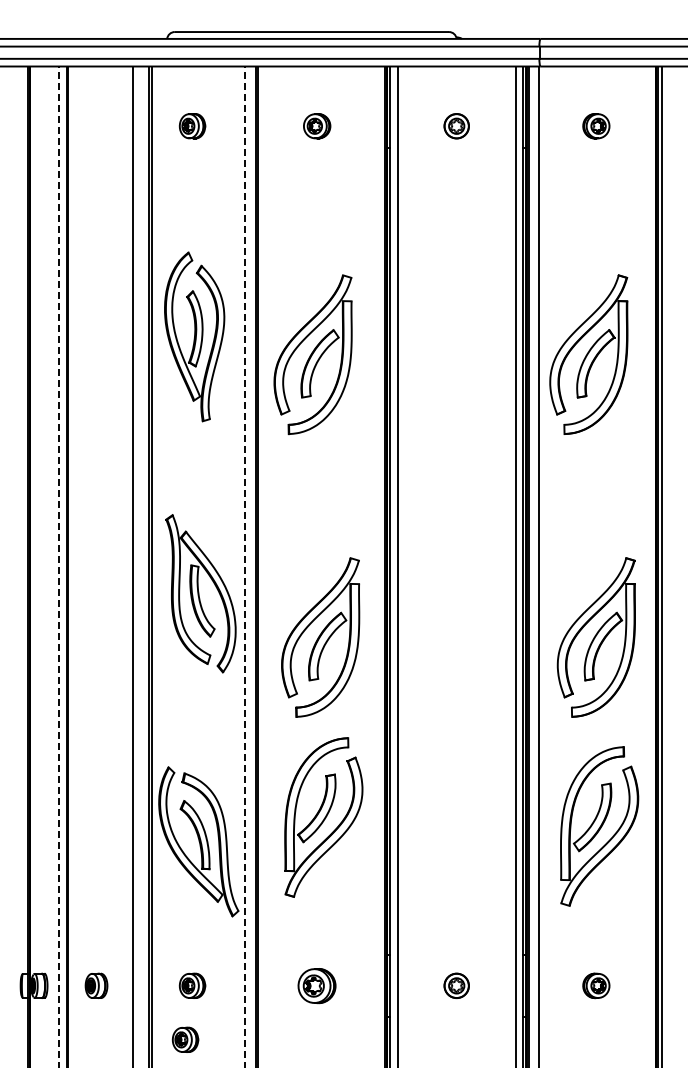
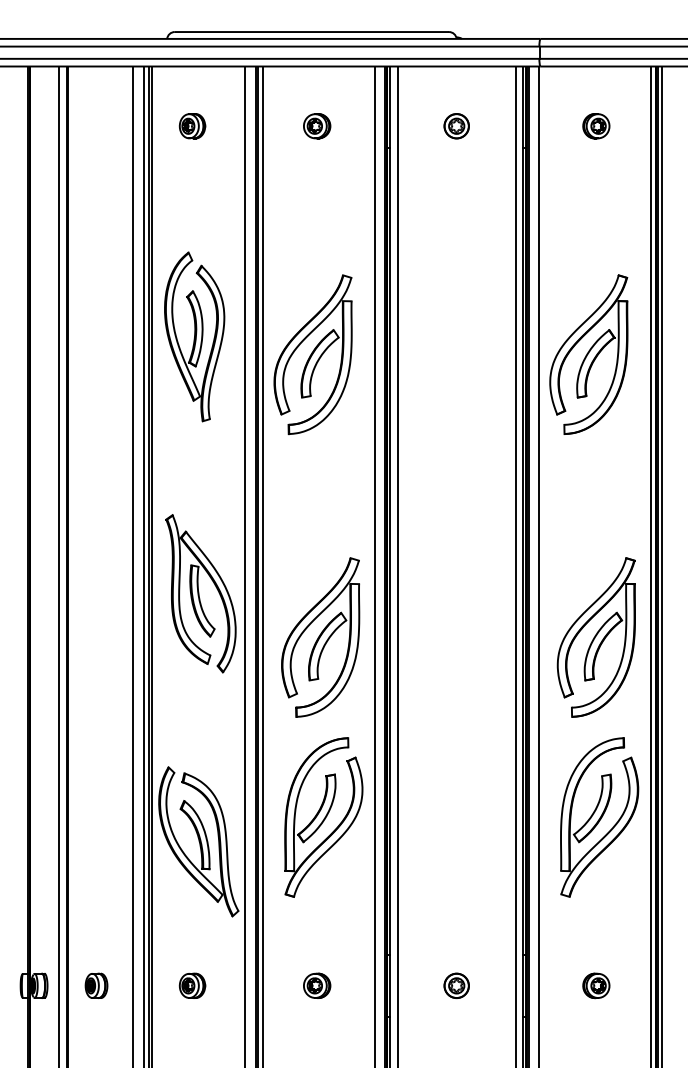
line at (143, 565): none -> present
line at (263, 565): none -> present
line at (374, 565): none -> present
line at (650, 565): none -> present
line at (58, 566): dashed -> solid
line at (245, 566): dashed -> solid
part at (599, 826) position: (599, 826) -> (599, 817)
part at (316, 986) size: 40x37 px -> 29x27 px
part at (185, 1039): present -> none
